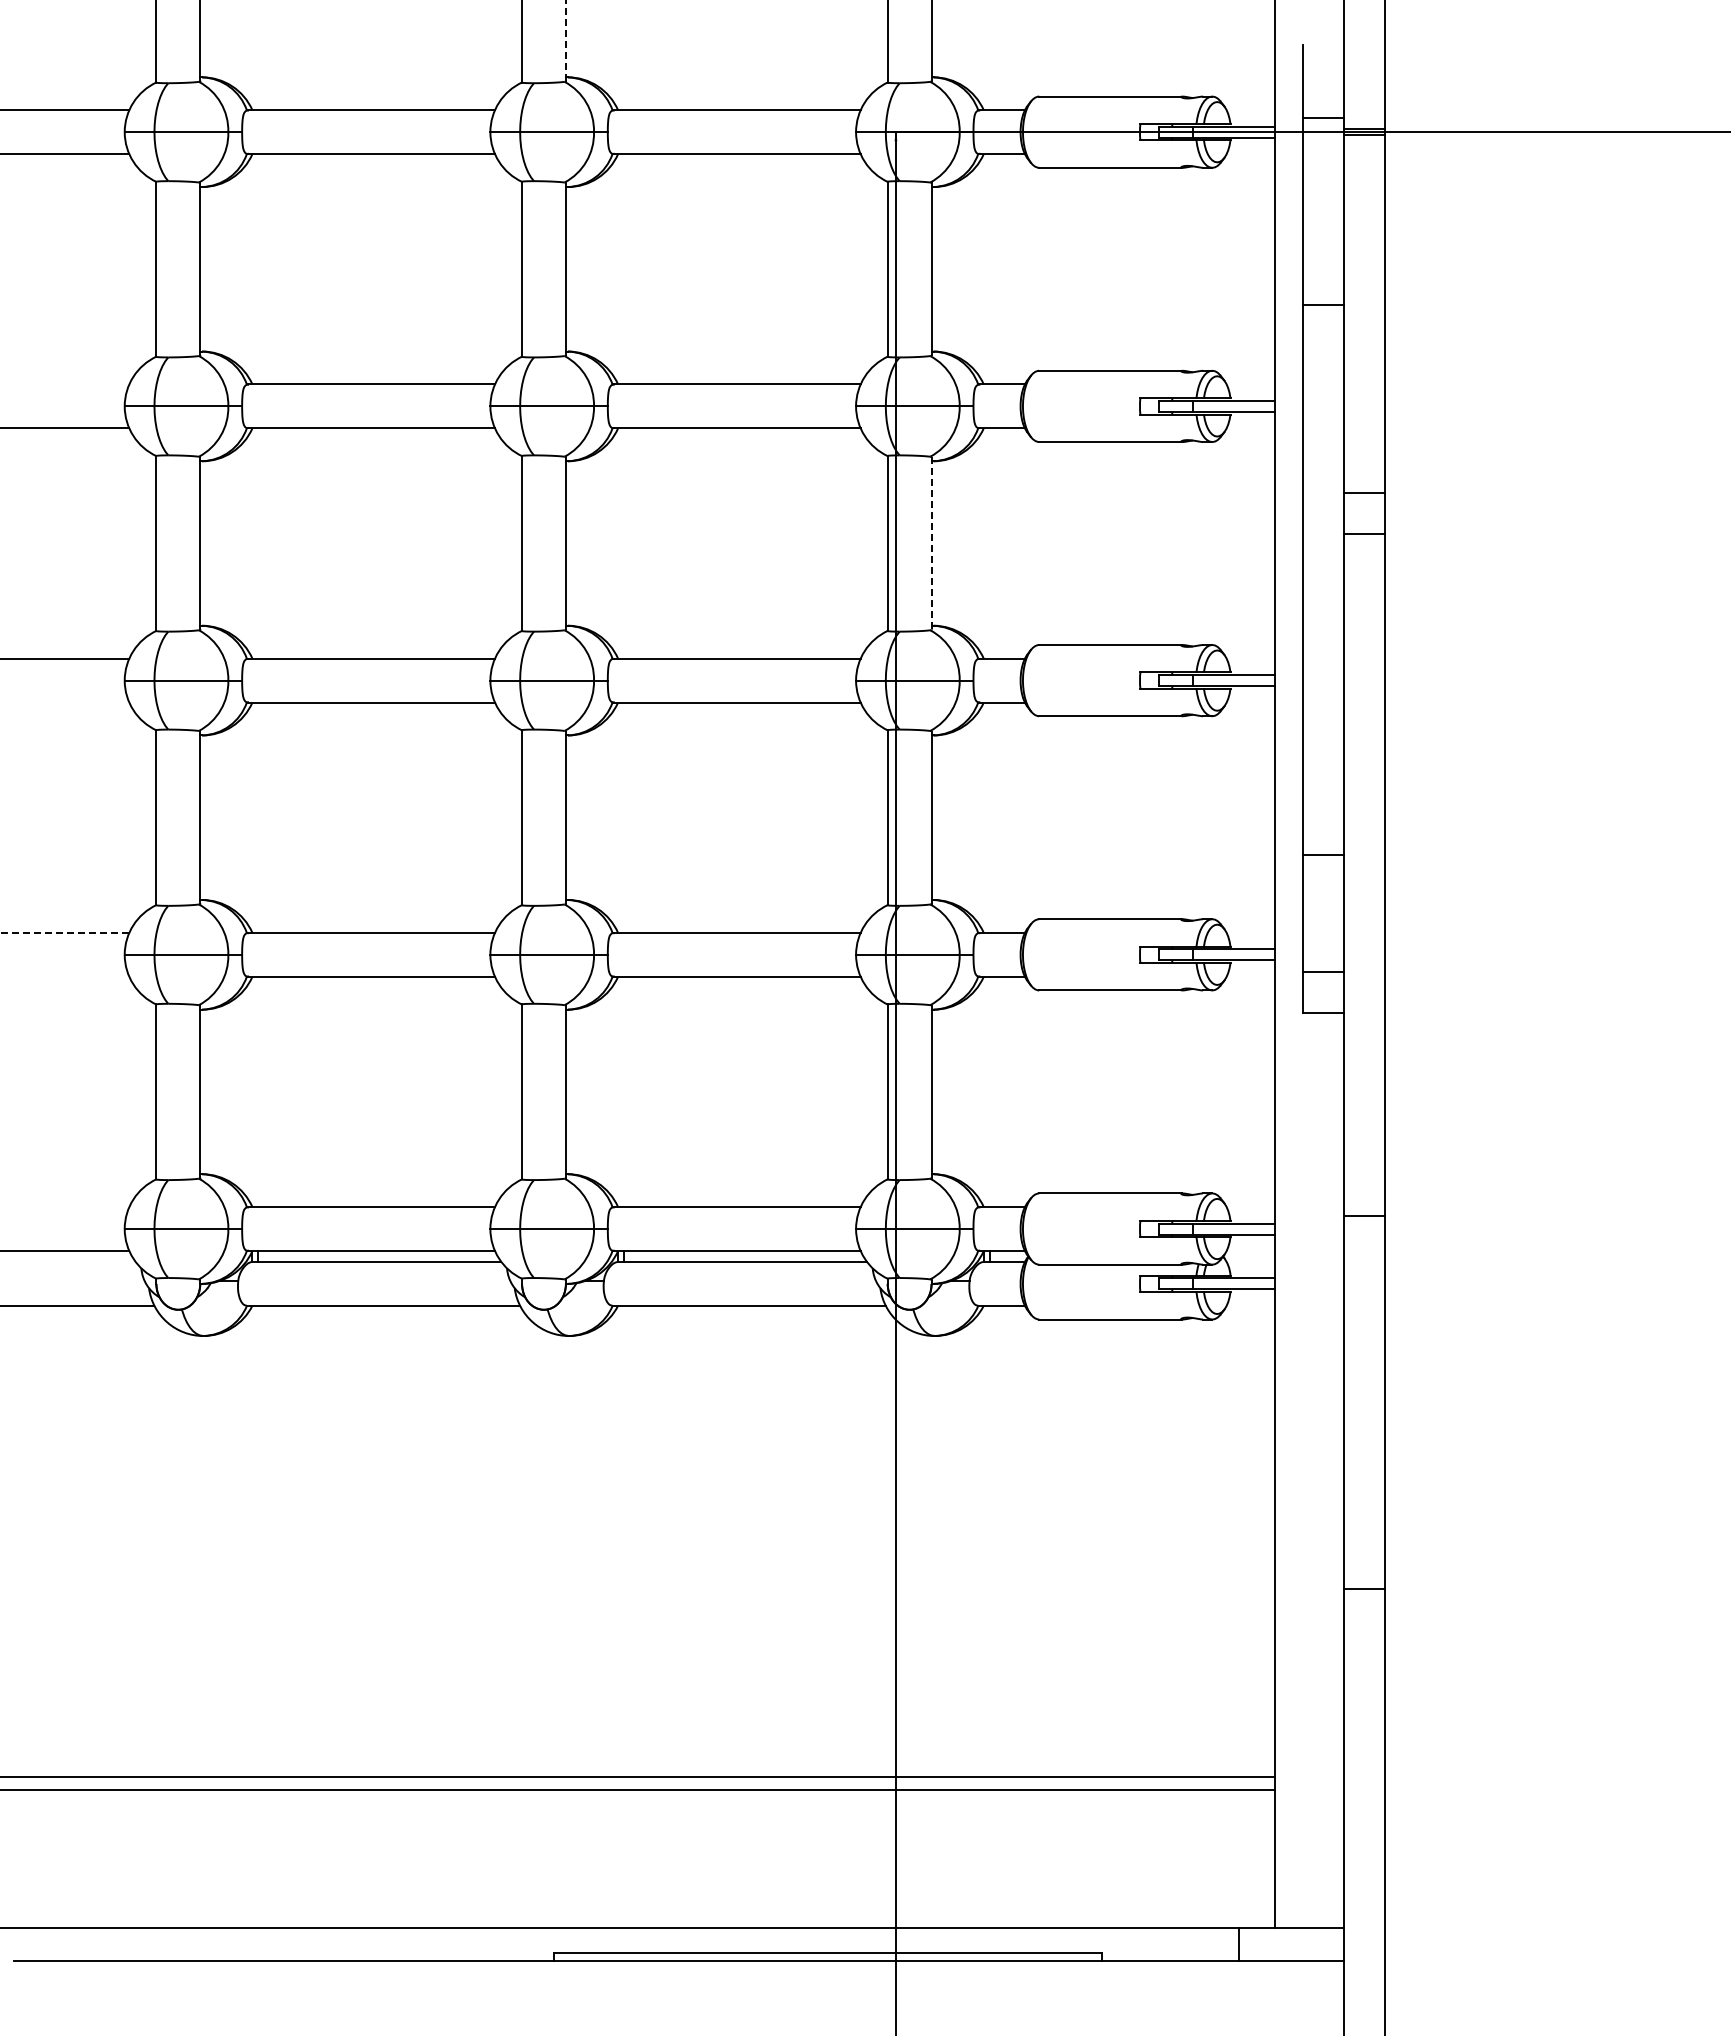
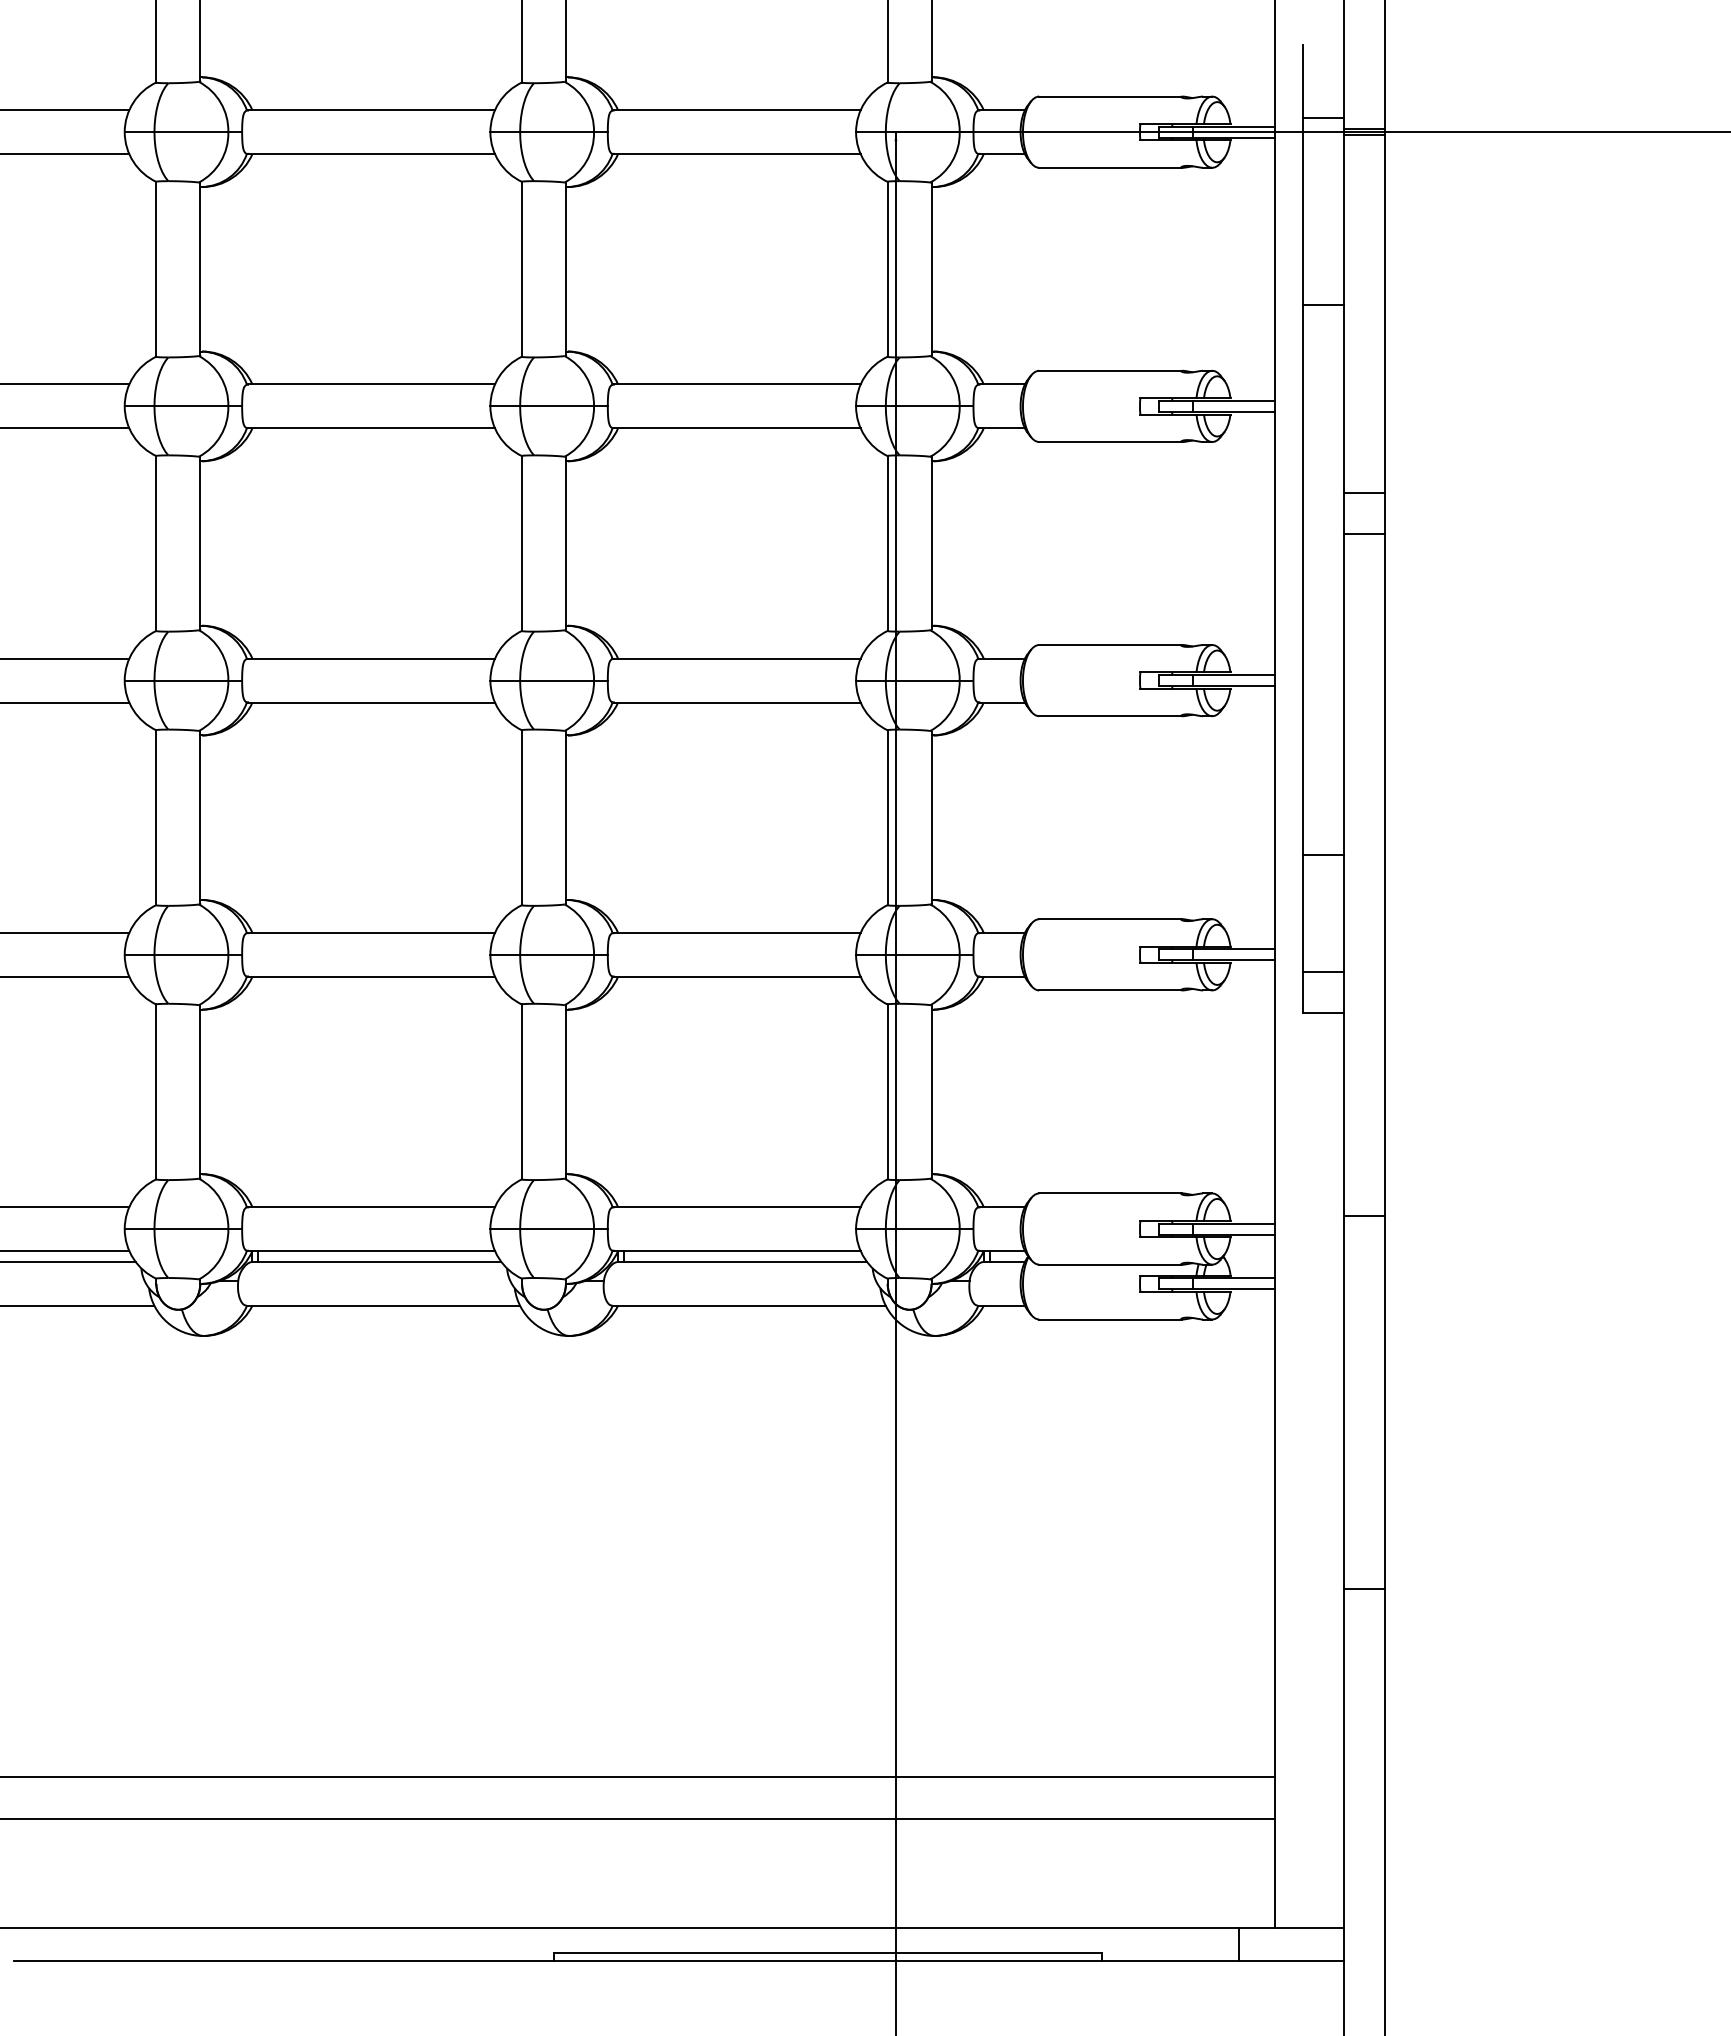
line at (565, 40): dashed -> solid
line at (65, 384): none -> present
line at (931, 543): dashed -> solid
line at (65, 702): none -> present
line at (64, 932): dashed -> solid
line at (65, 976): none -> present
line at (65, 1207): none -> present
line at (68, 1261): none -> present
line at (638, 1789) position: (638, 1789) -> (638, 1818)
